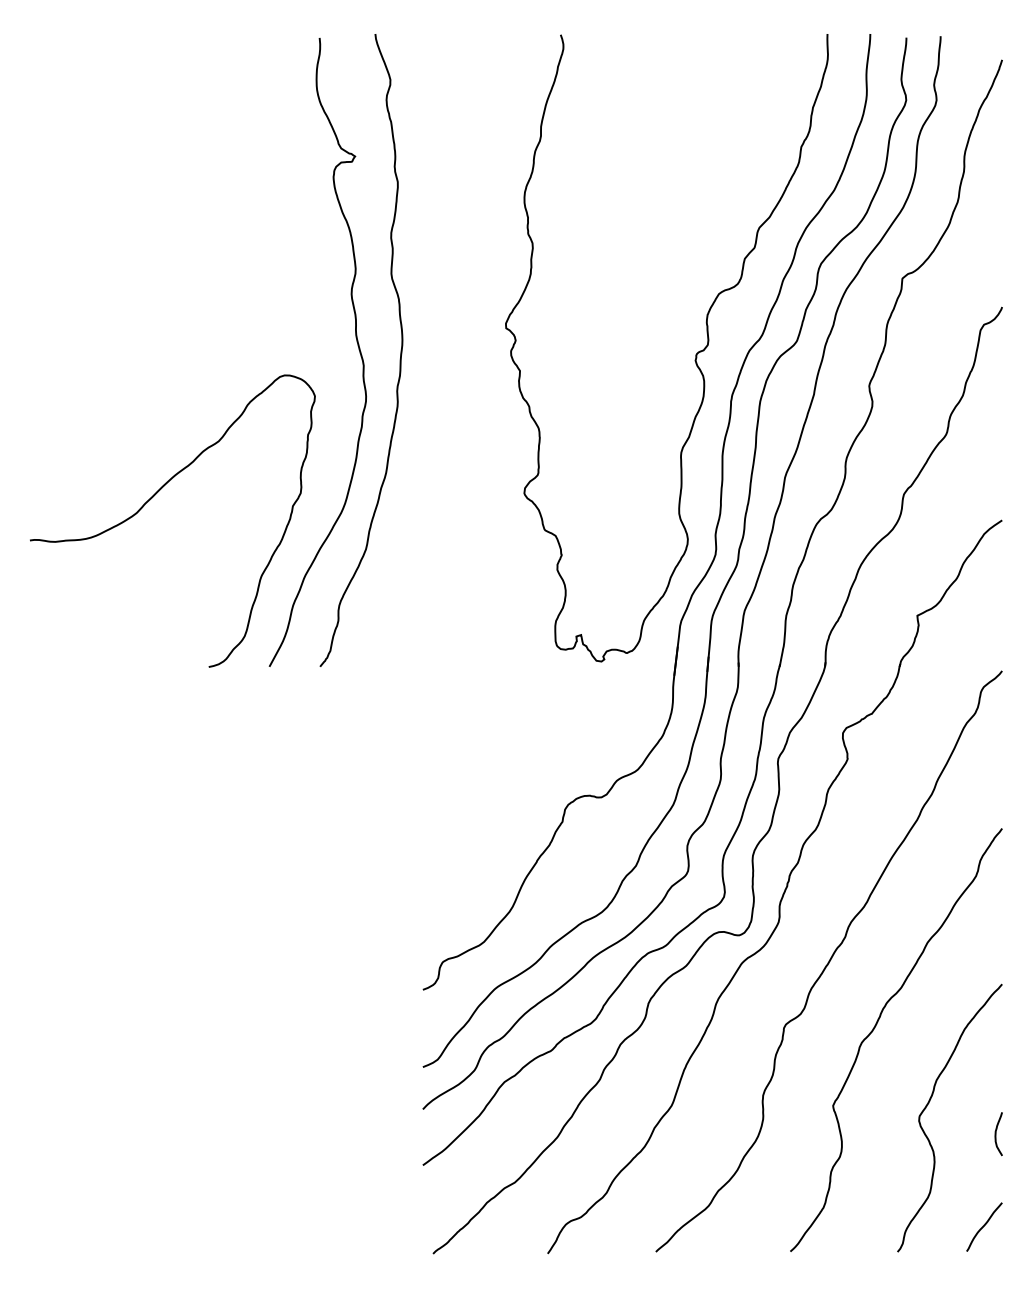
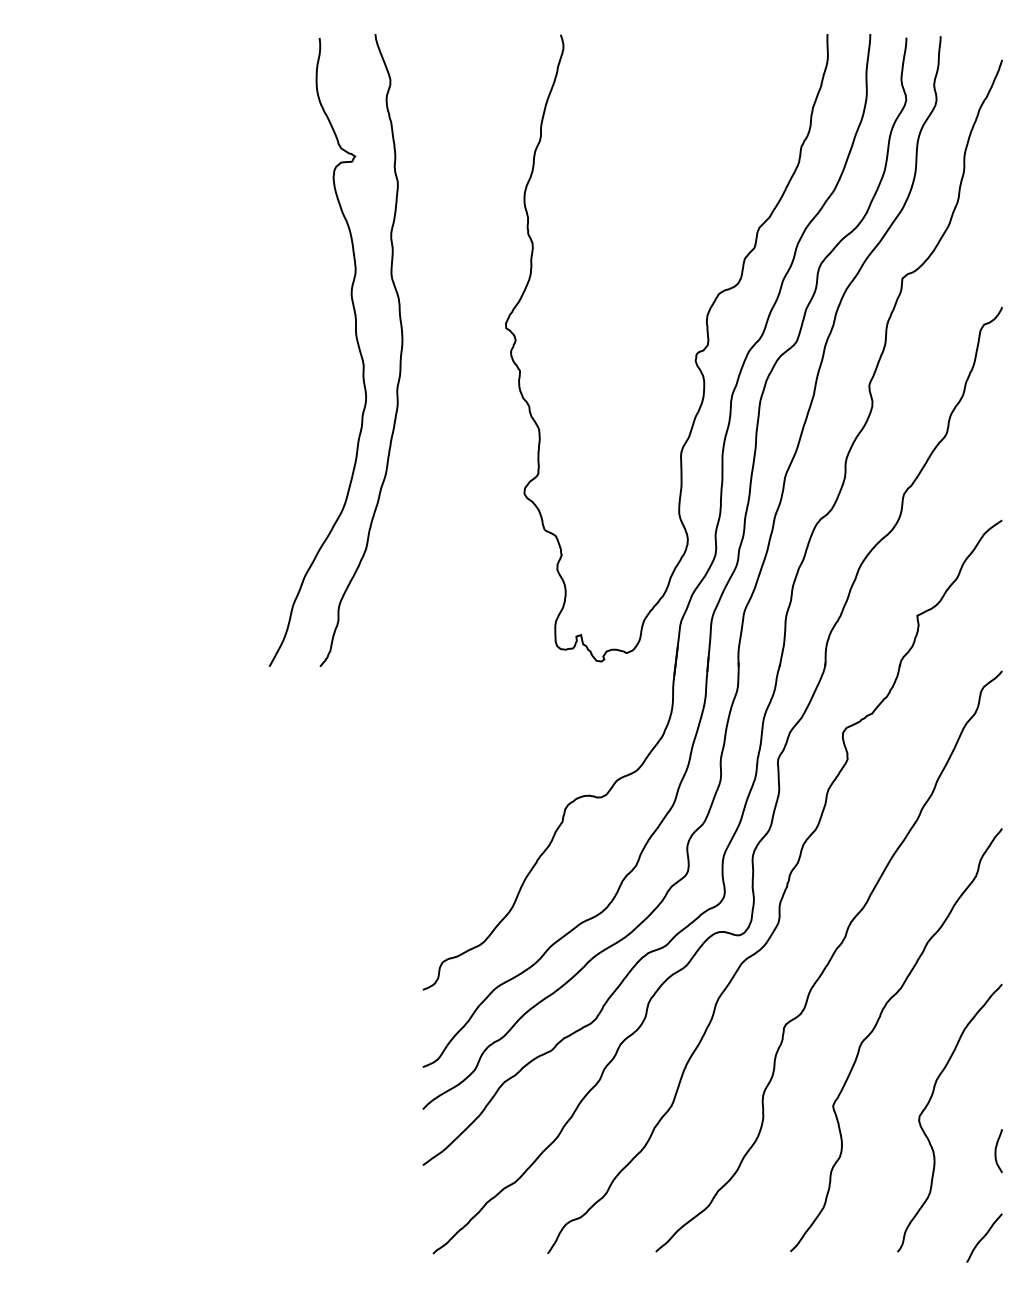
curve at (151, 499): present -> none
curve at (996, 1134) position: (996, 1134) -> (996, 1151)
curve at (984, 1226) position: (984, 1226) -> (984, 1237)
